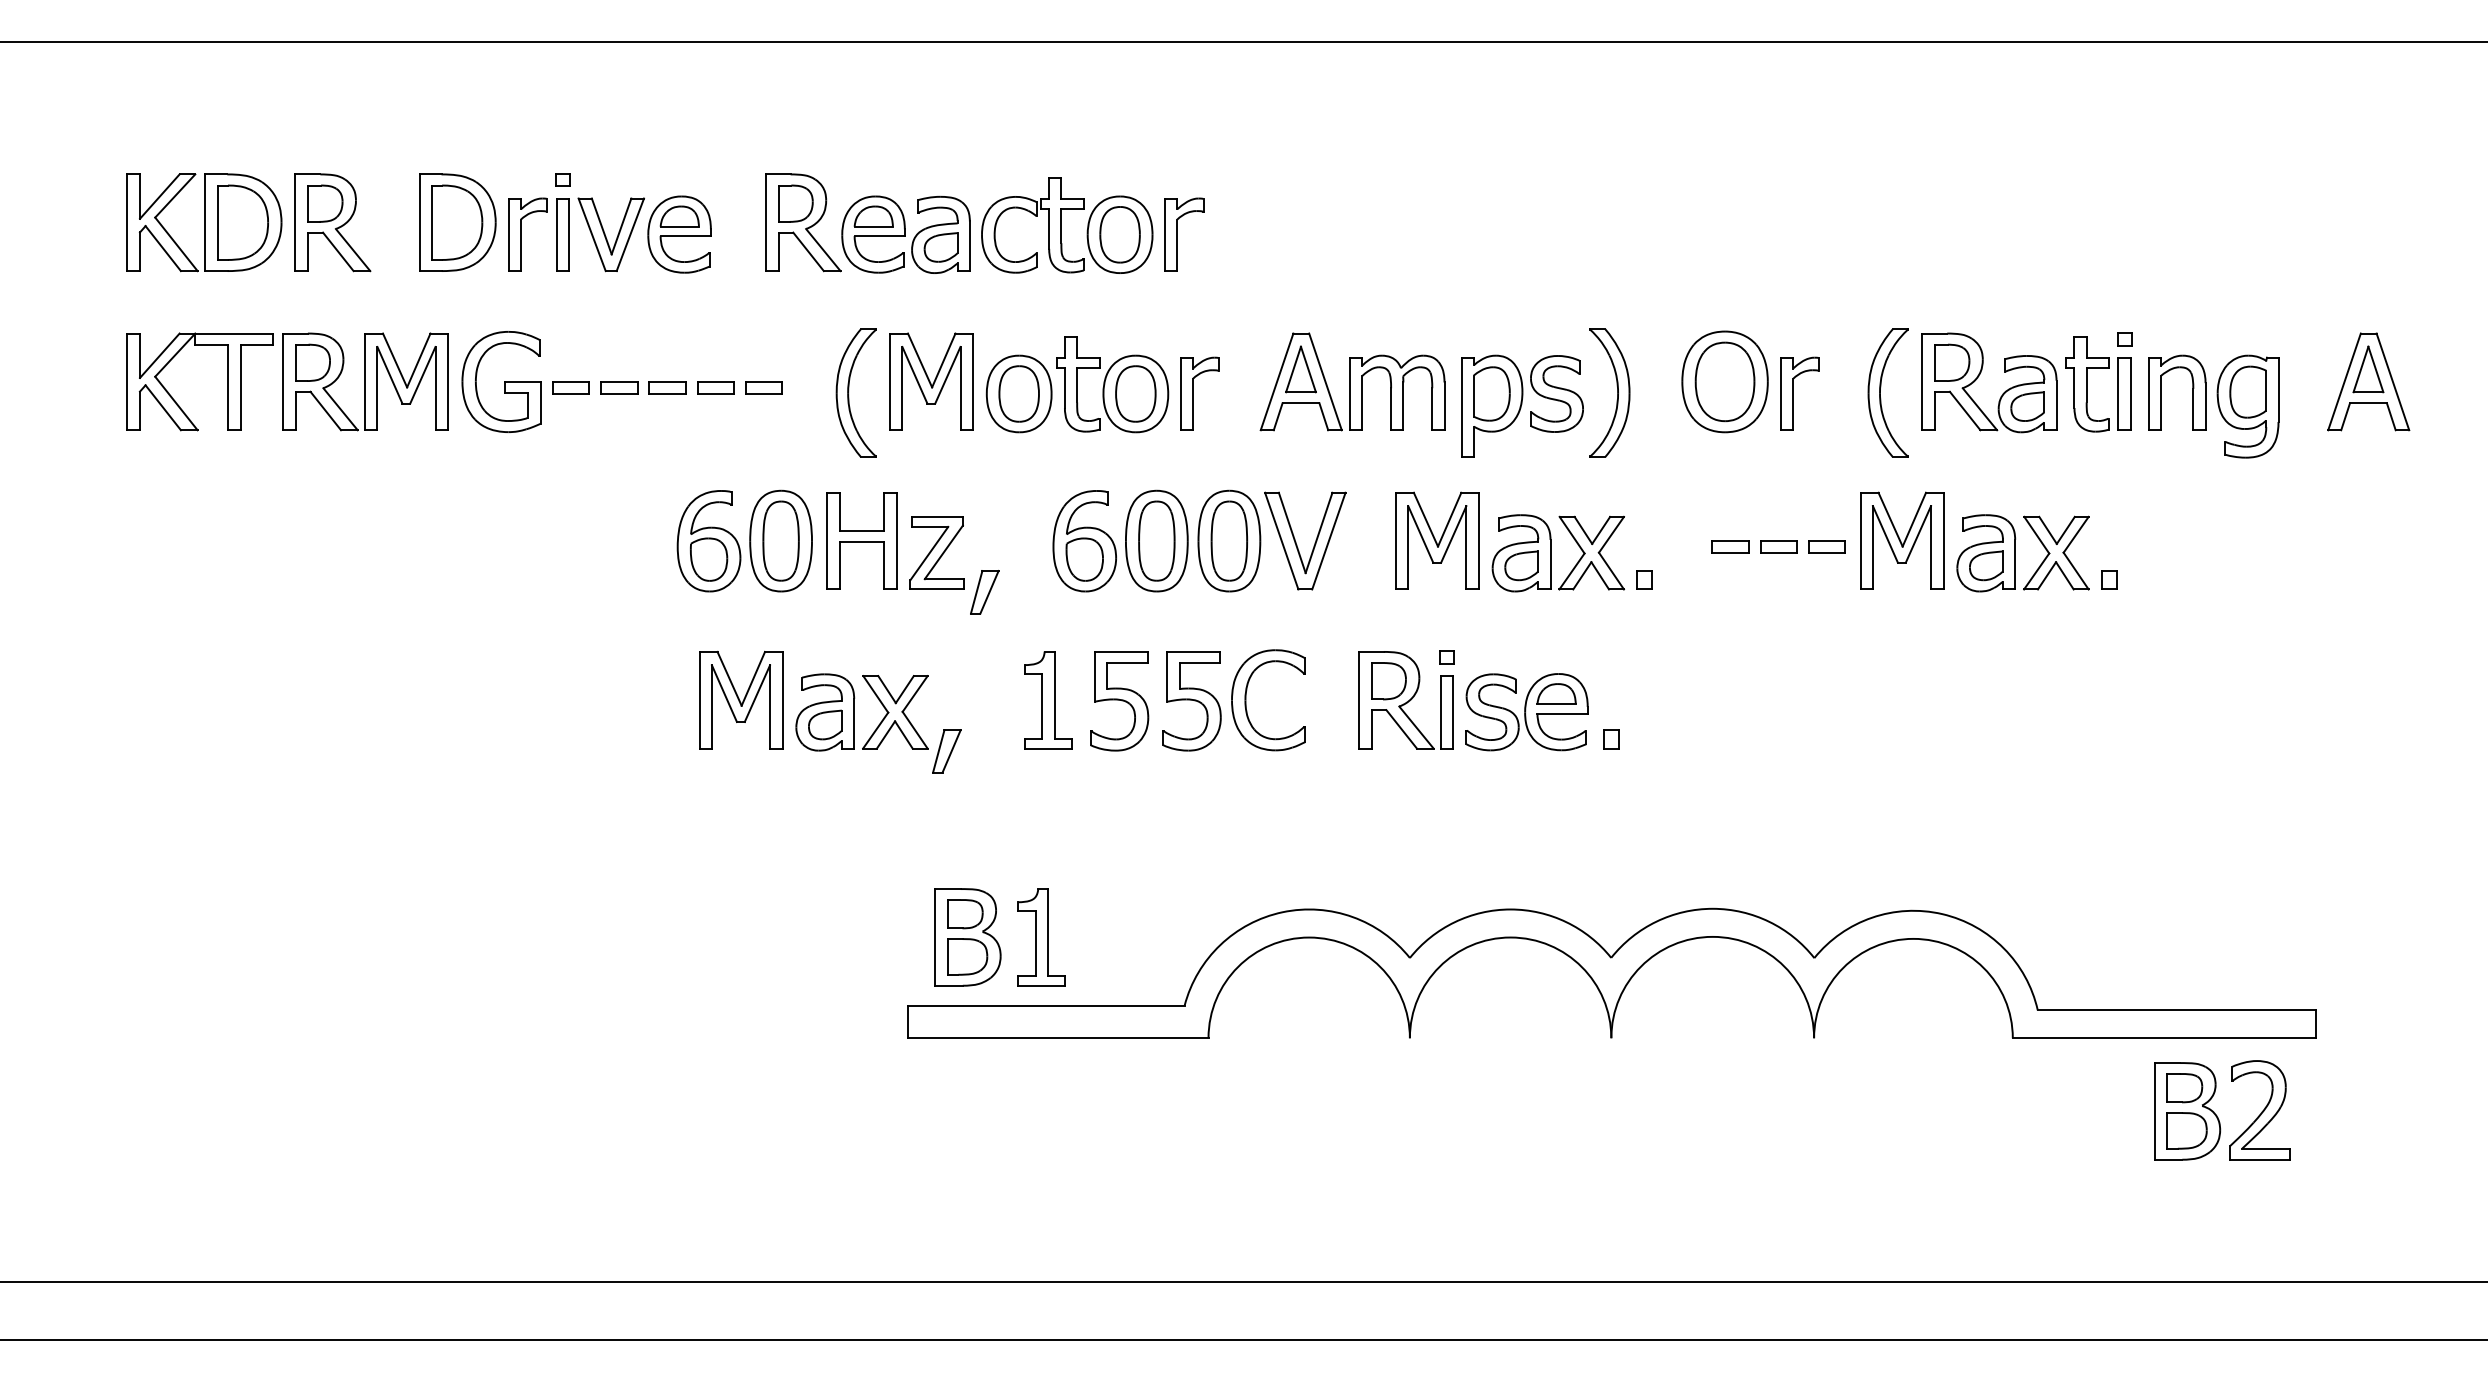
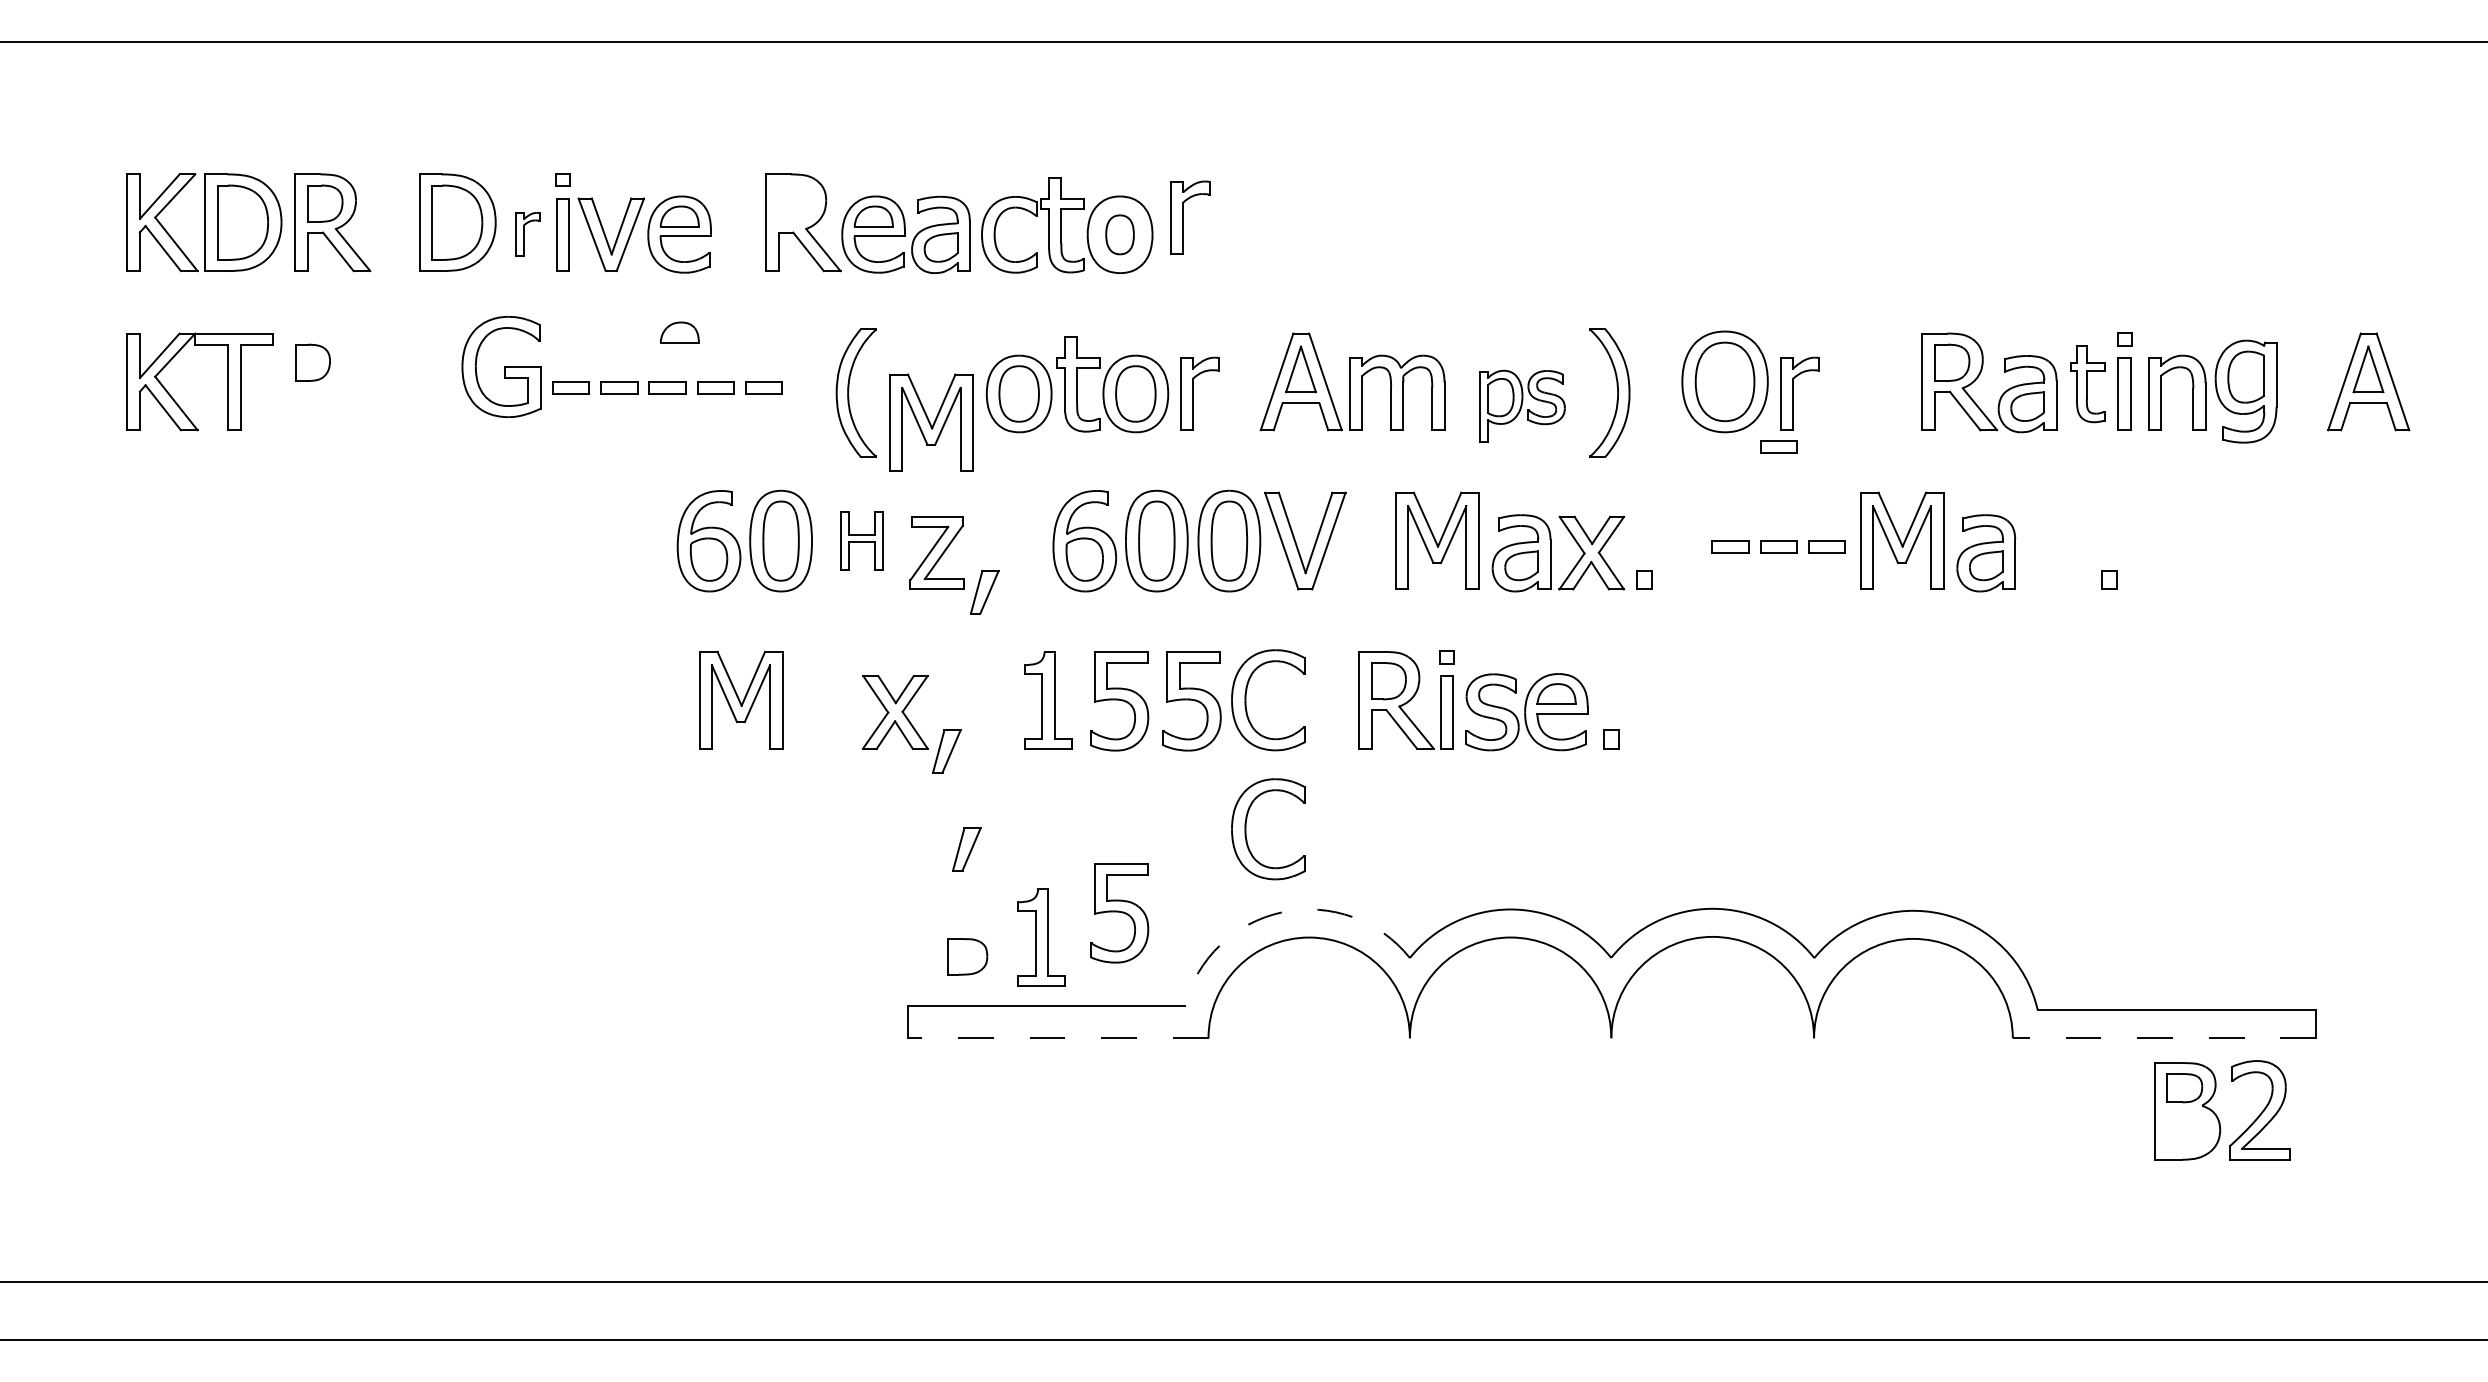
part at (795, 203): present -> none
part at (527, 234) size: 40x75 px -> 26x45 px
part at (1119, 234) size: 42x58 px -> 30x42 px
part at (1177, 234) position: (1177, 234) -> (1183, 217)
part at (679, 332): none -> present
part at (365, 381): present -> none
part at (501, 381) position: (501, 381) -> (501, 366)
part at (931, 381) position: (931, 381) -> (931, 422)
part at (2087, 384) size: 45x97 px -> 36x79 px
part at (1880, 392): present -> none
part at (1522, 405) size: 123x104 px -> 87x74 px
part at (2247, 406) position: (2247, 406) -> (2245, 391)
part at (1778, 446): none -> present
part at (861, 540) size: 72x98 px -> 44x60 px
part at (2056, 552): present -> none
part at (825, 712): present -> none
part at (1246, 829): none -> present
part at (966, 849): none -> present
arc at (1282, 912): solid -> dashed
part at (1119, 913): none -> present
part at (967, 937): present -> none
line at (1057, 1038): solid -> dashed
line at (2164, 1038): solid -> dashed
part at (2186, 1130): present -> none
